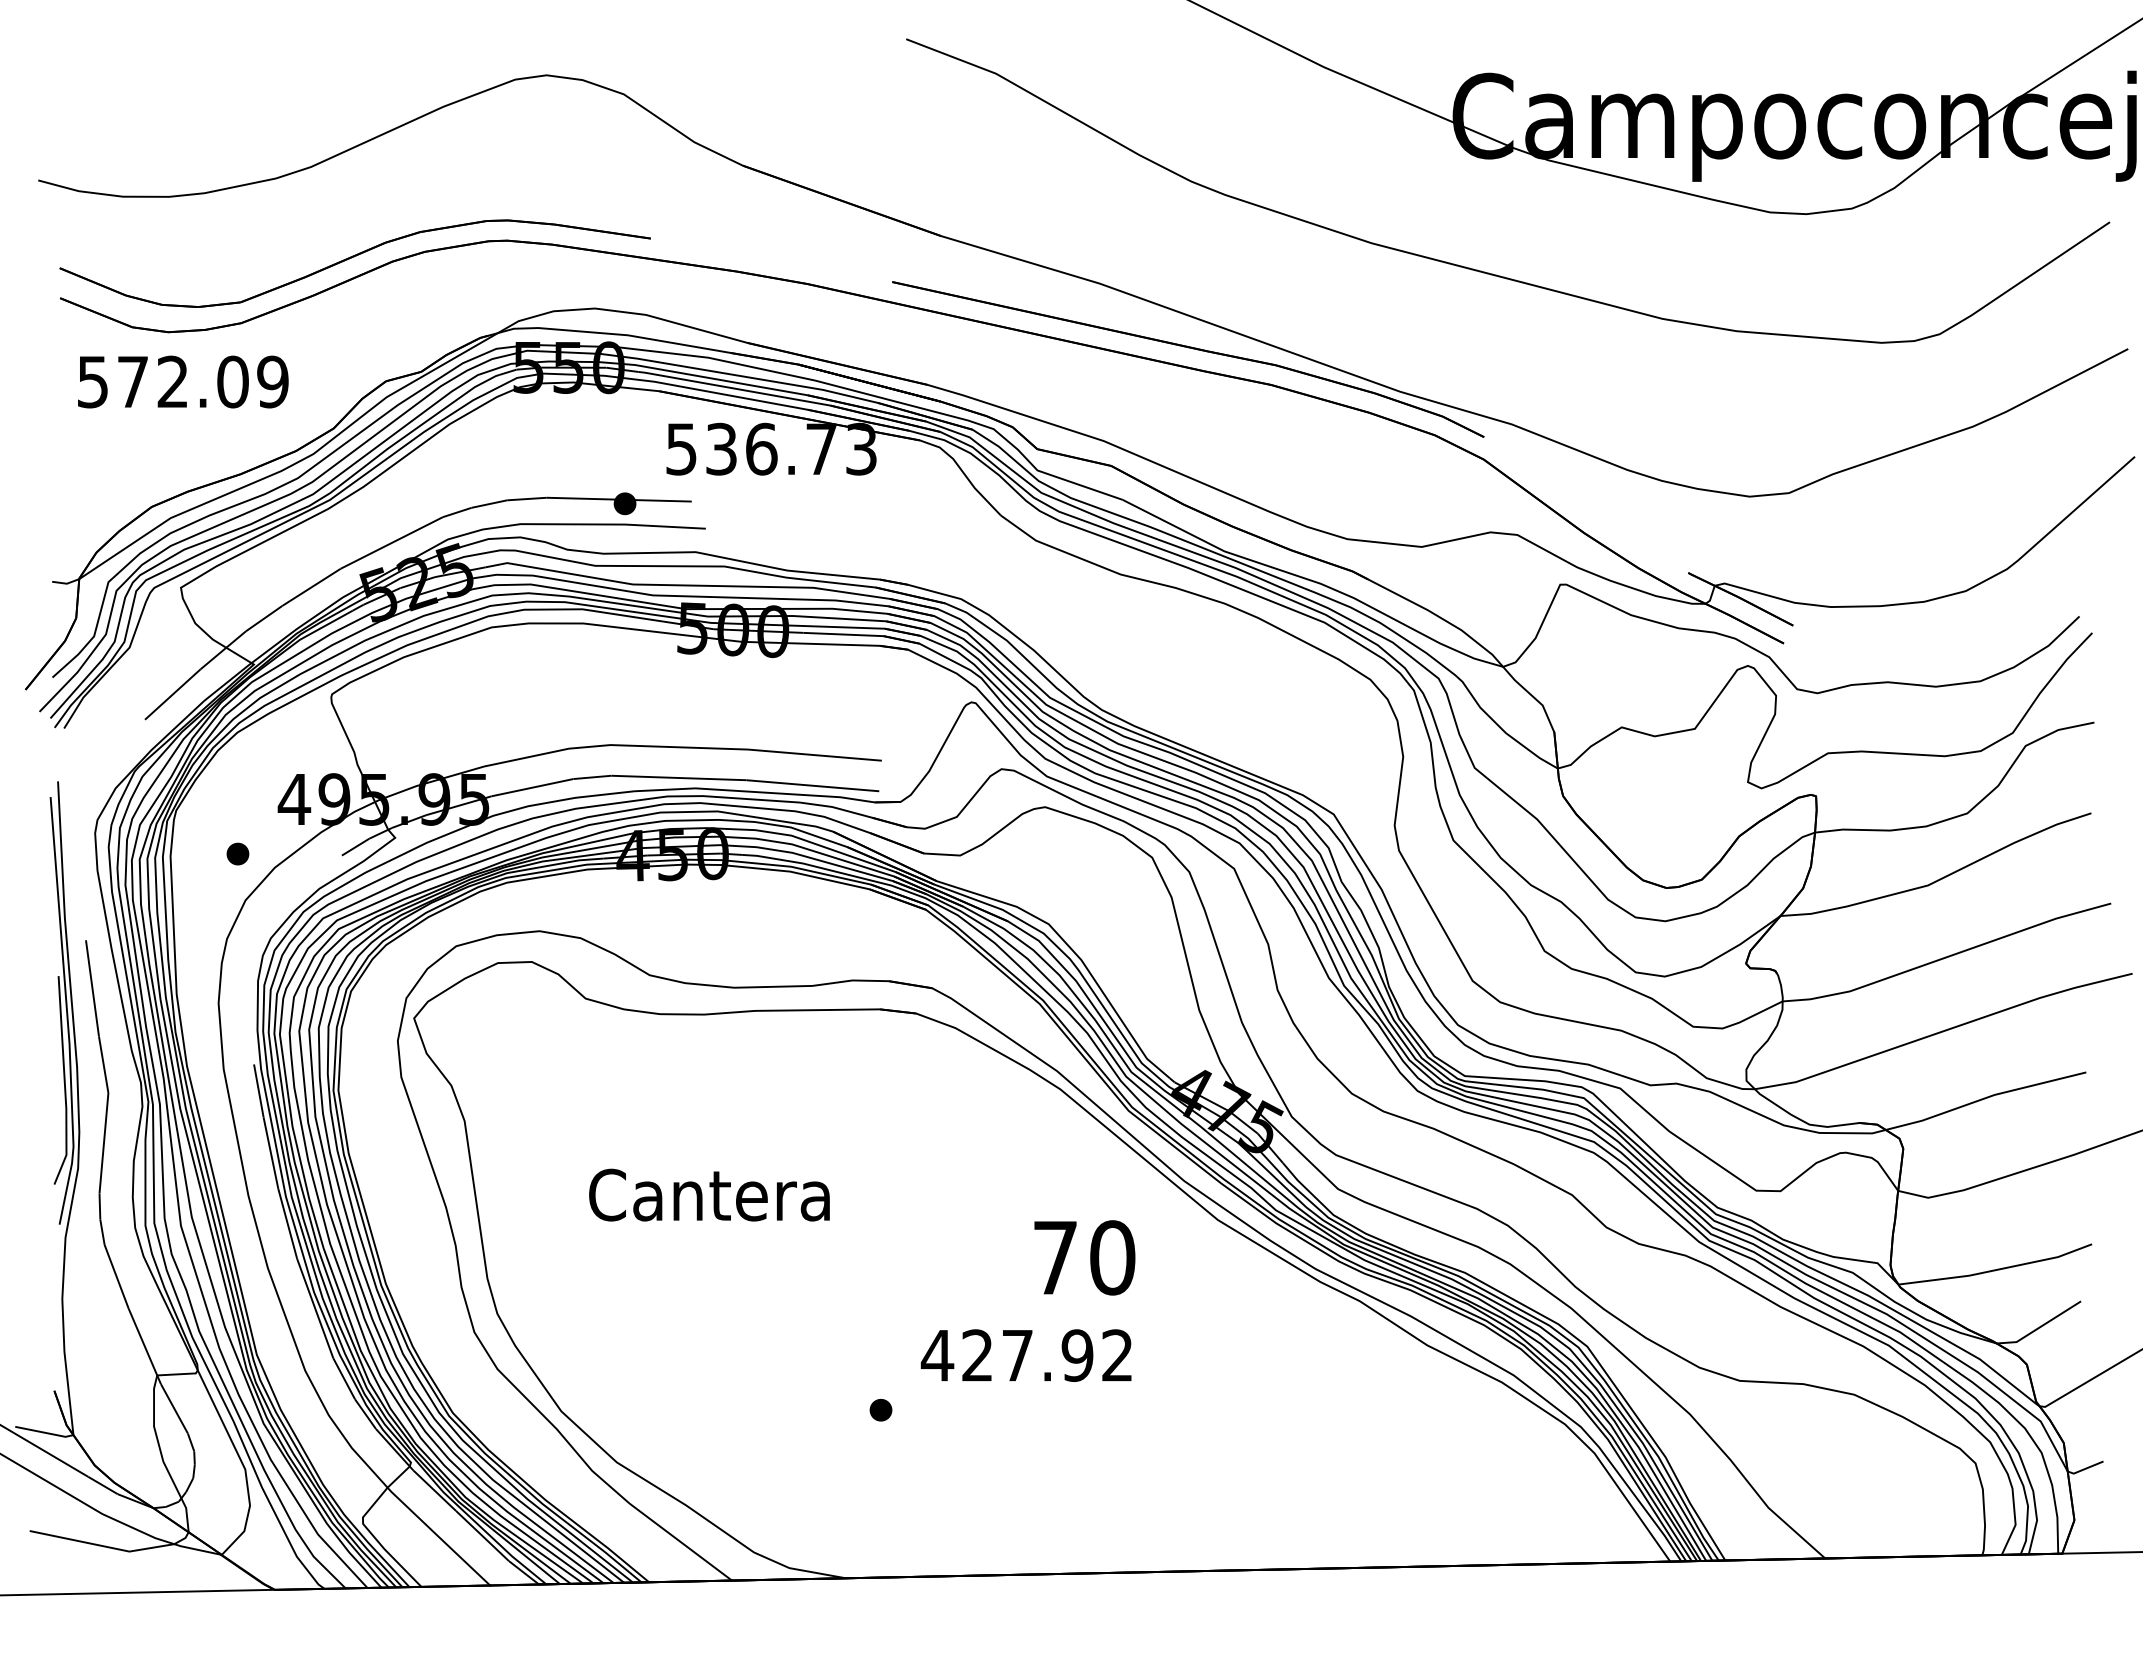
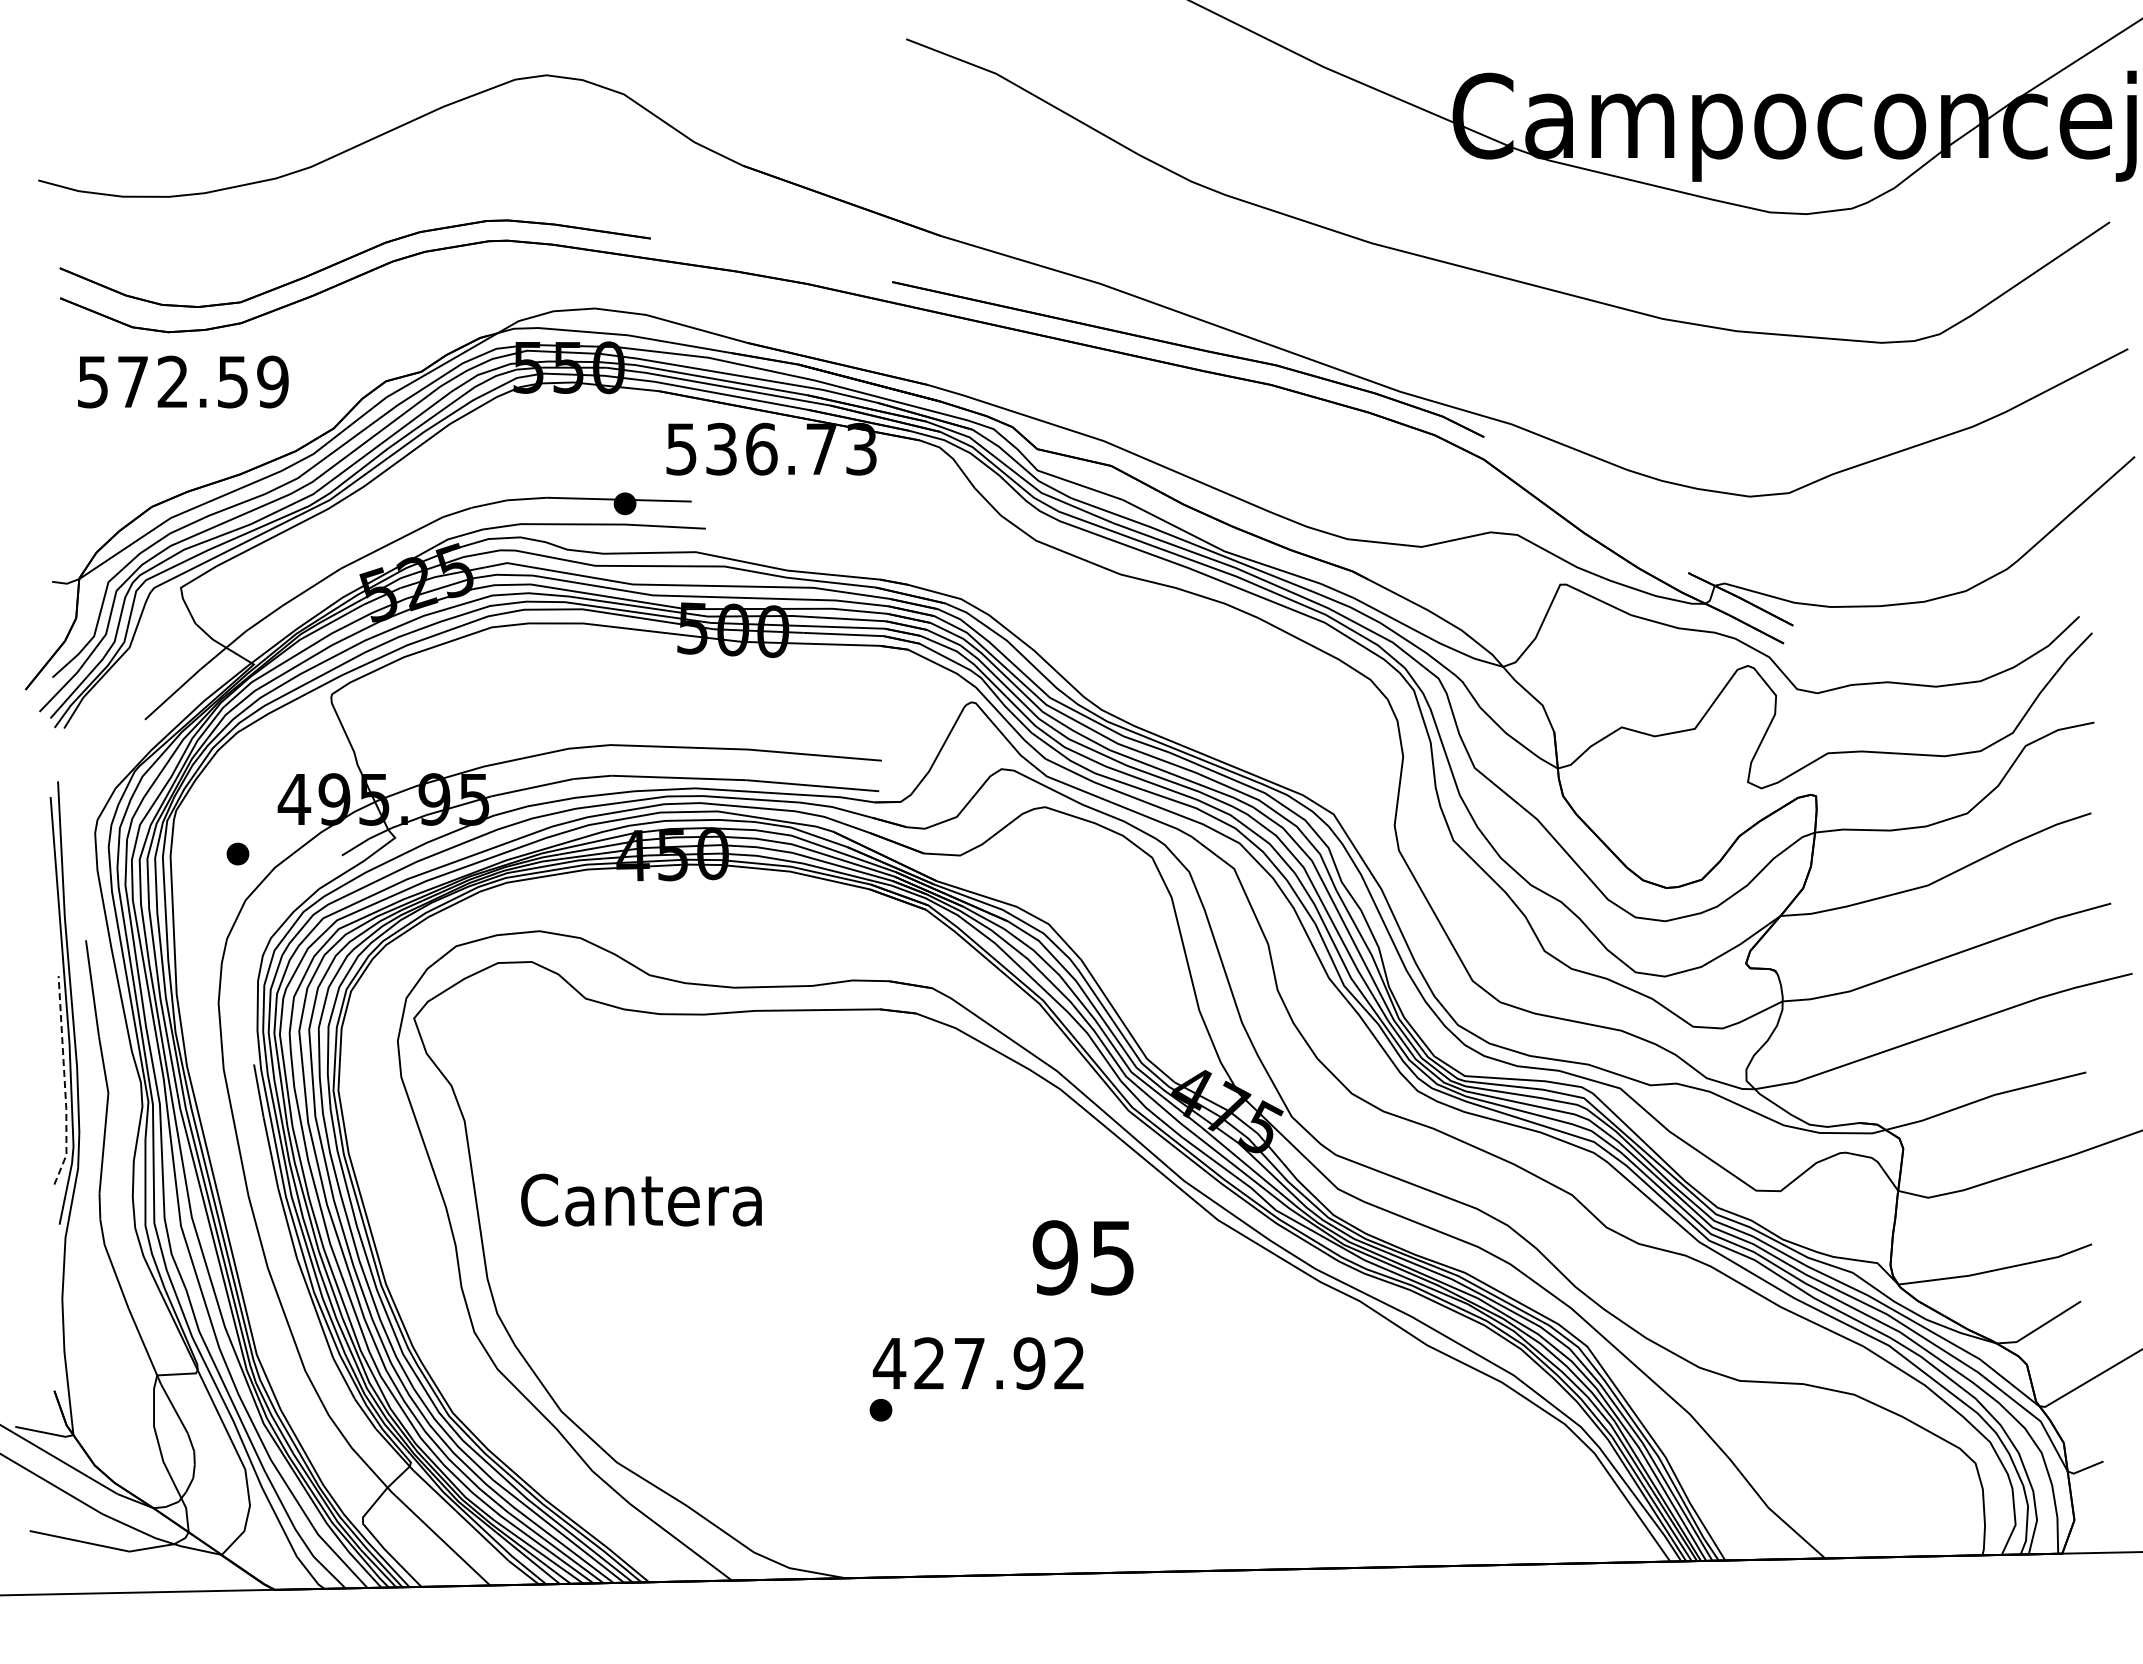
text at (232, 381): 572.09 -> 572.59
line at (64, 1082): solid -> dashed
text at (709, 1194) position: (709, 1194) -> (641, 1199)
text at (1083, 1257): 70 -> 95
text at (1025, 1355) position: (1025, 1355) -> (977, 1363)
